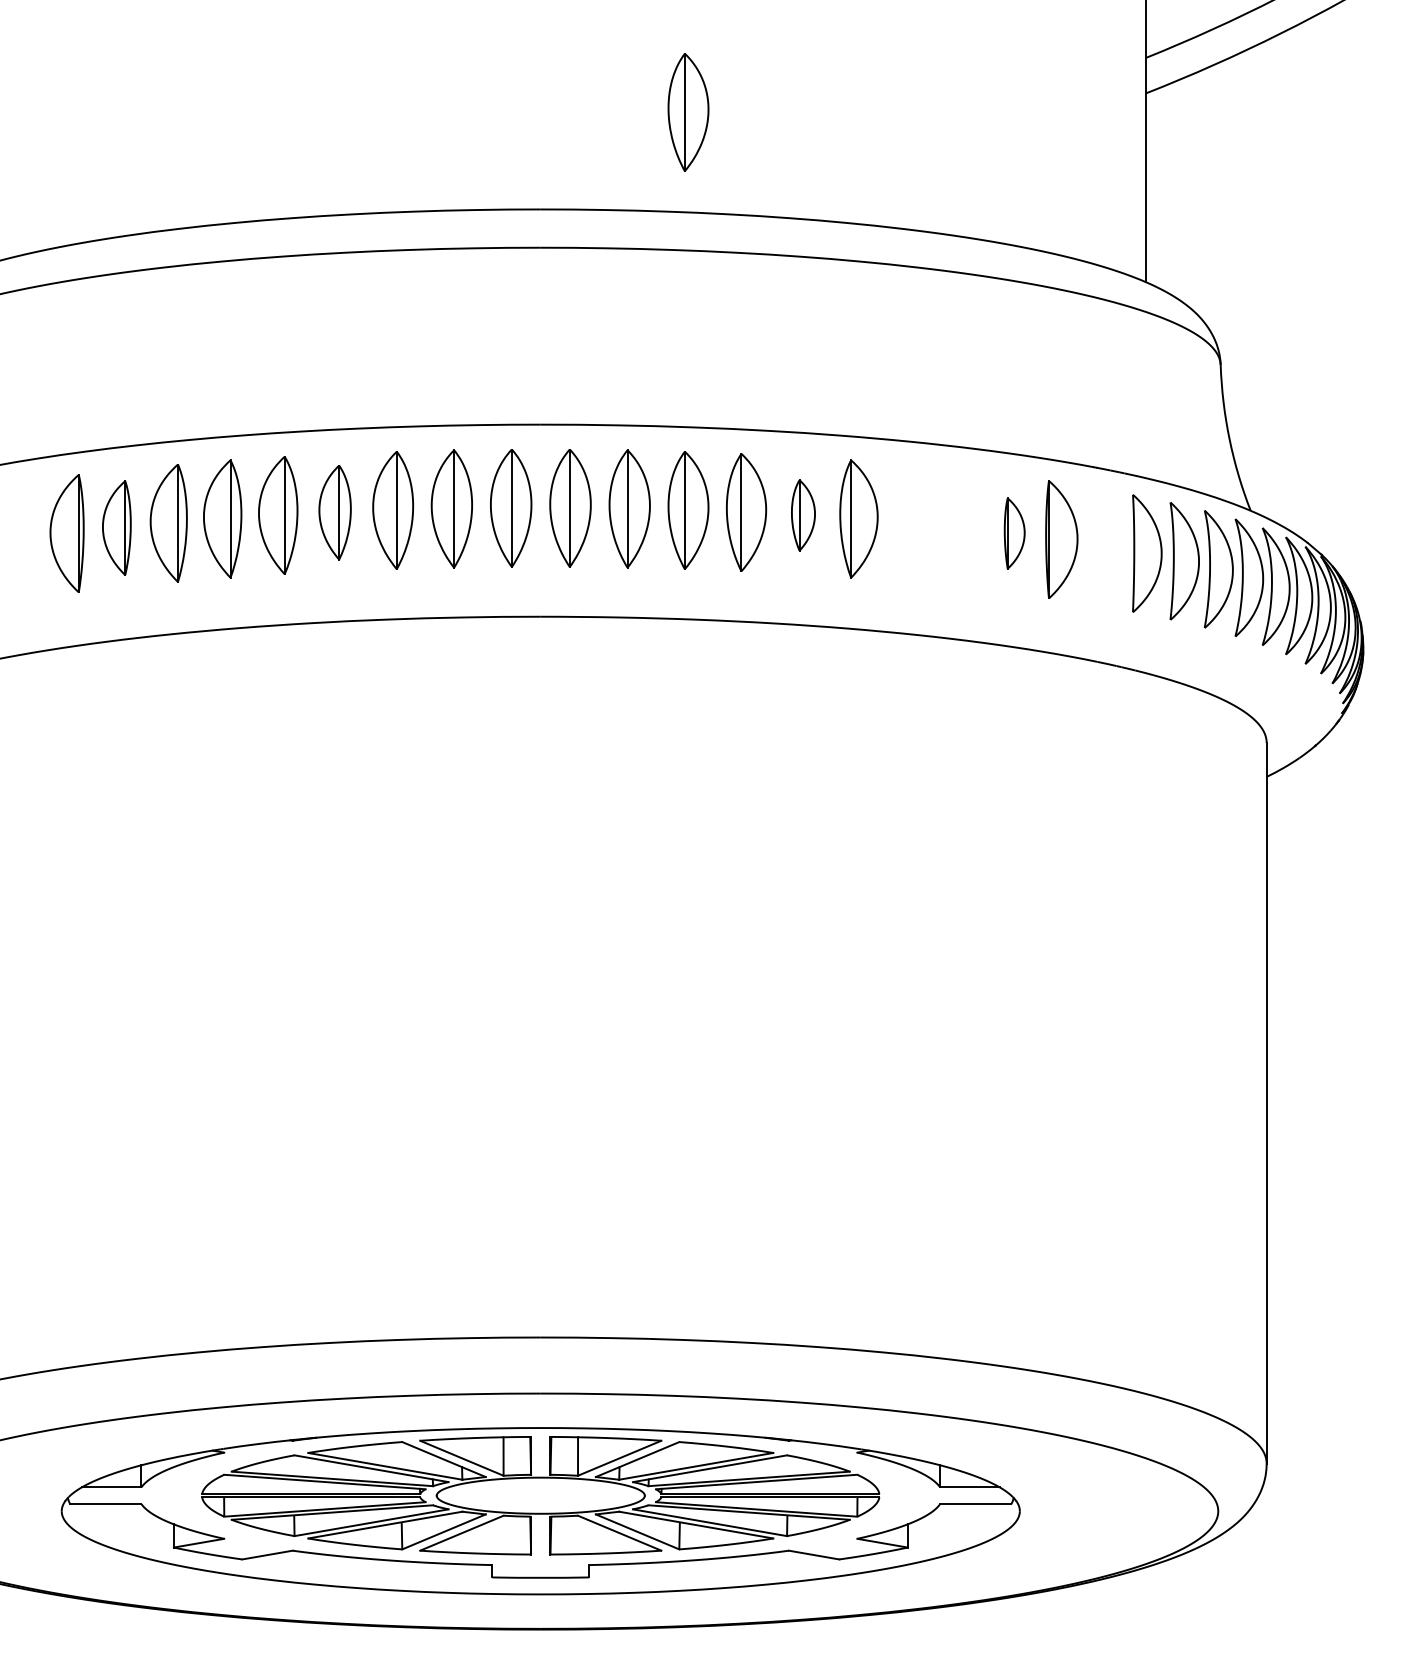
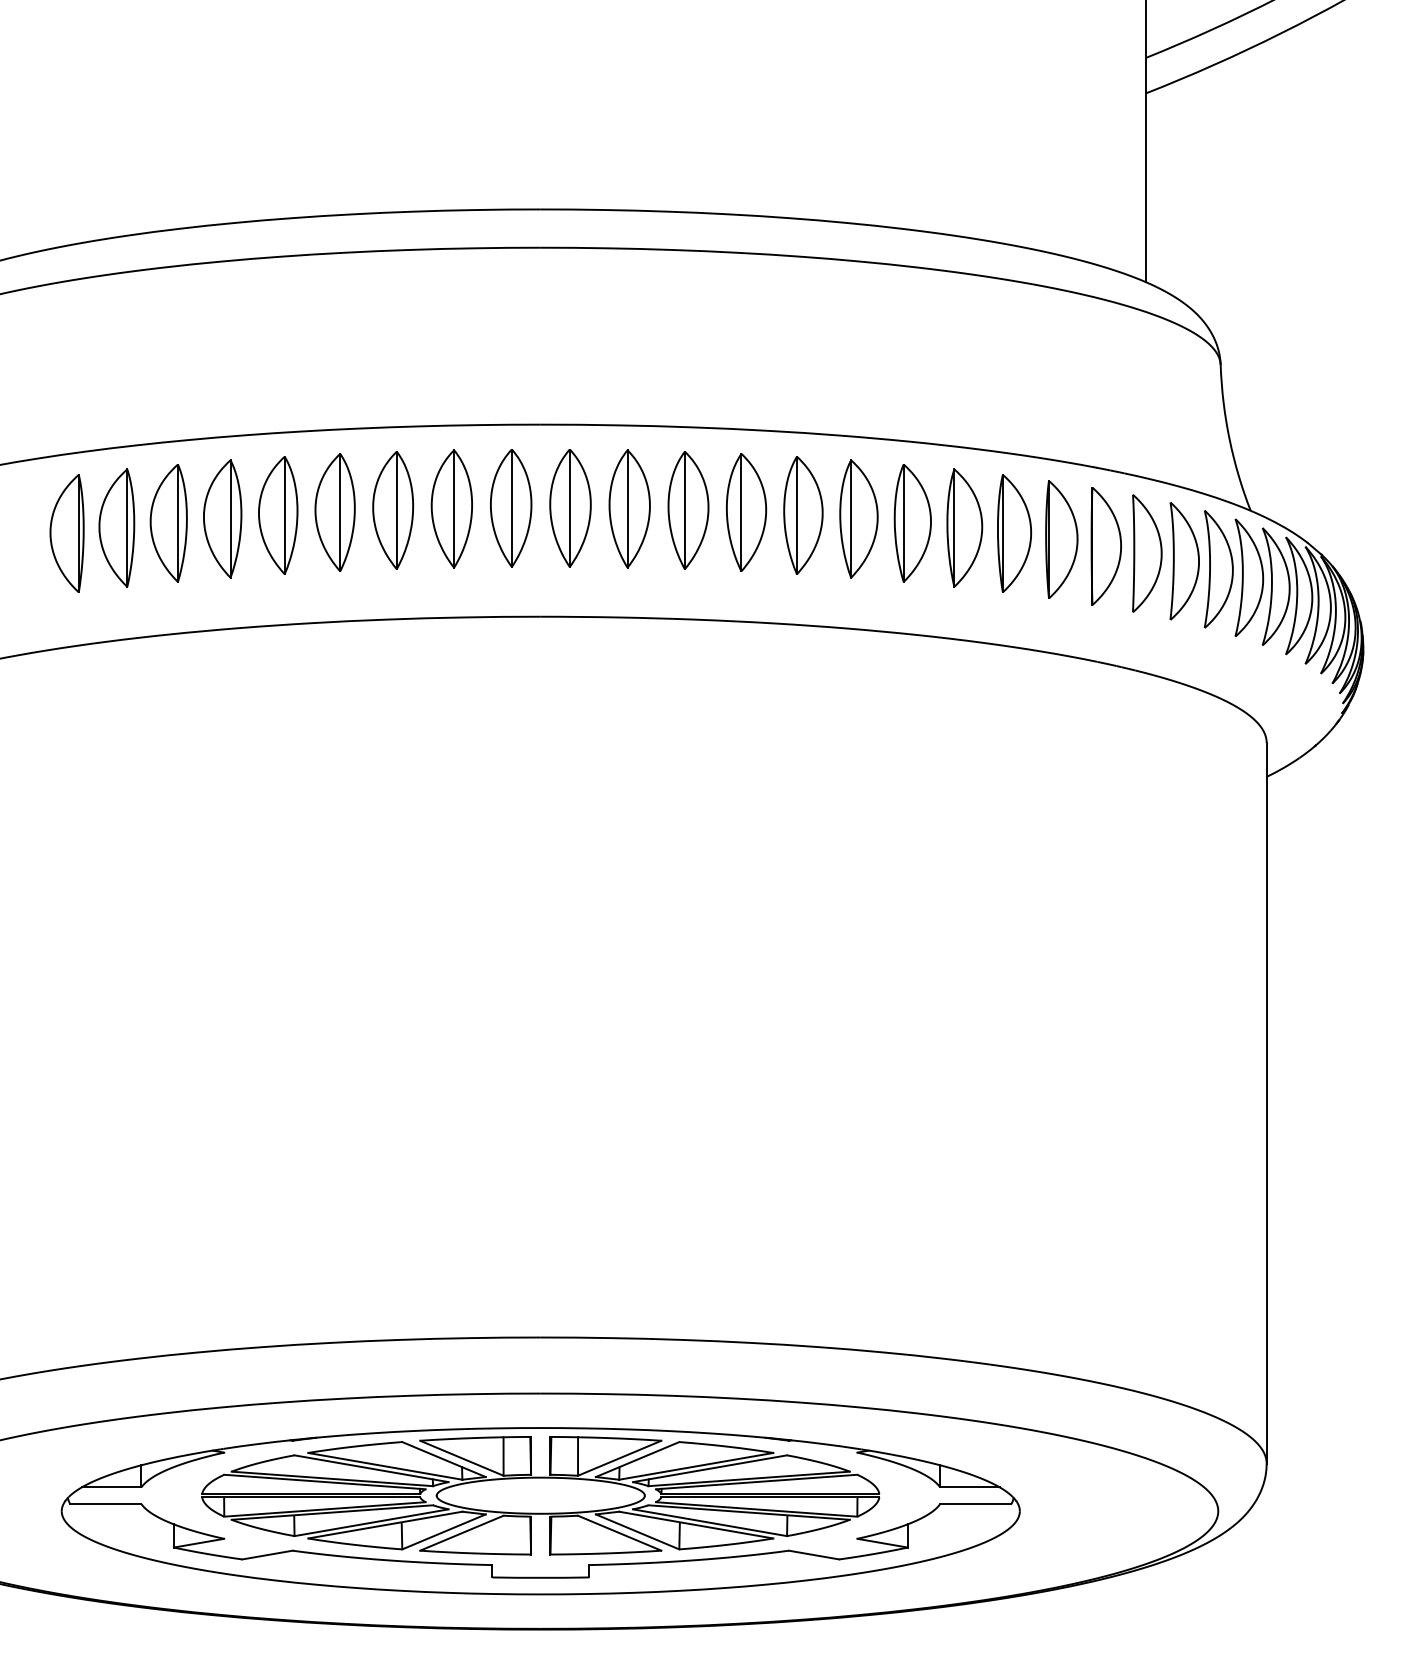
part at (688, 112): present -> none
part at (334, 512) size: 34x96 px -> 42x119 px
part at (803, 515) size: 25x73 px -> 41x119 px
part at (912, 523): none -> present
part at (116, 527) size: 30x96 px -> 38x120 px
part at (964, 527): none -> present
part at (1014, 533) size: 23x73 px -> 36x119 px
part at (1105, 546): none -> present
